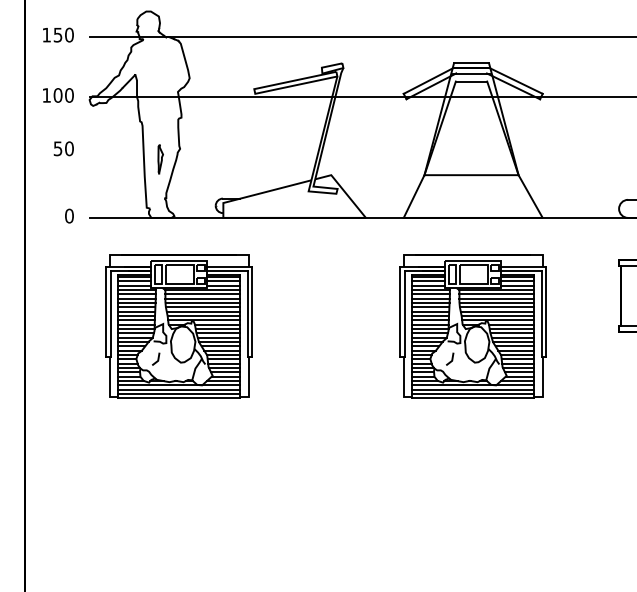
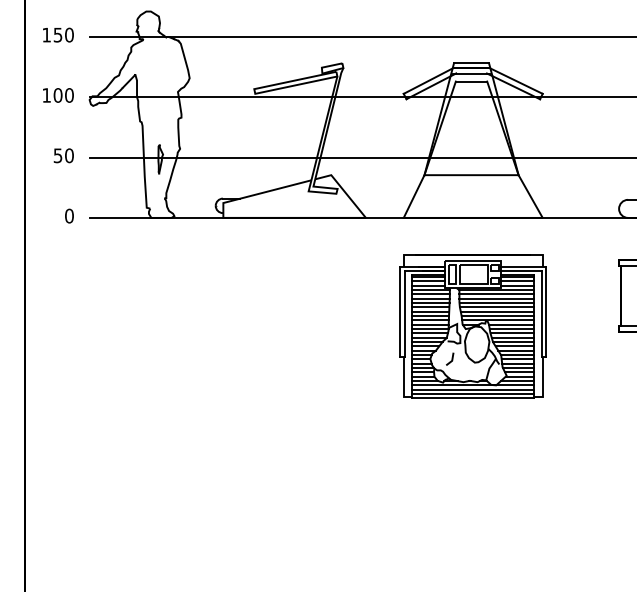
text at (63, 148) position: (63, 148) -> (63, 155)
line at (361, 157): none -> present
part at (178, 326): present -> none
